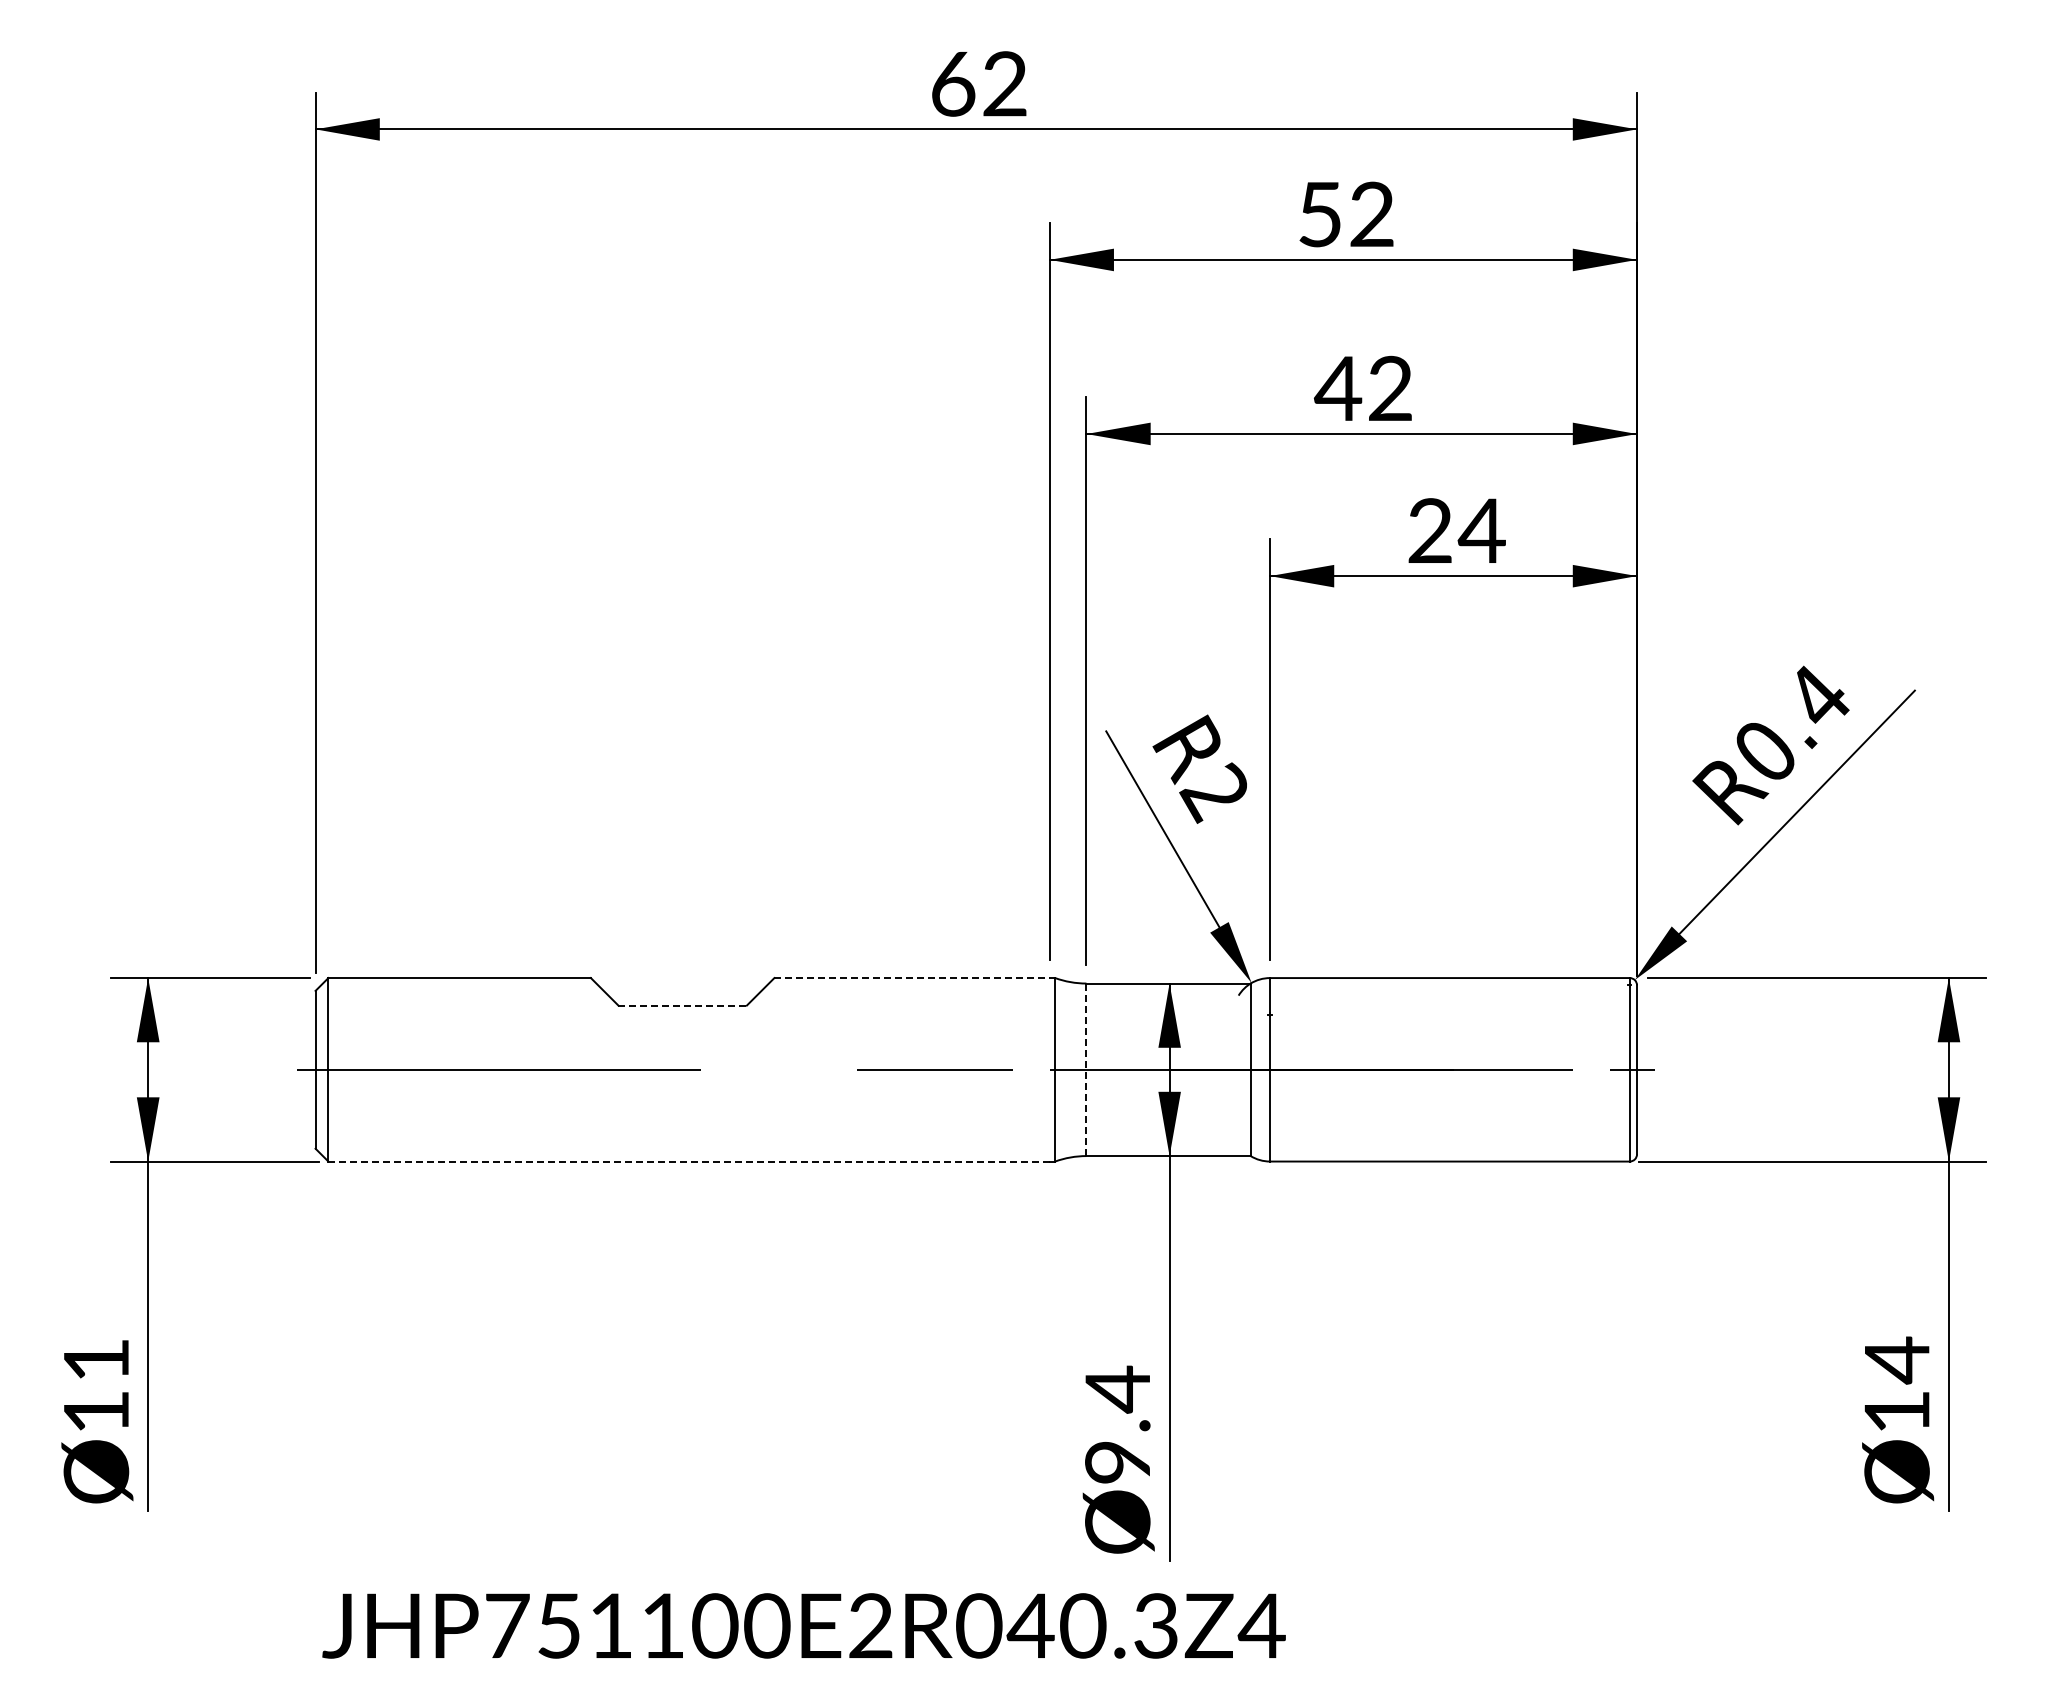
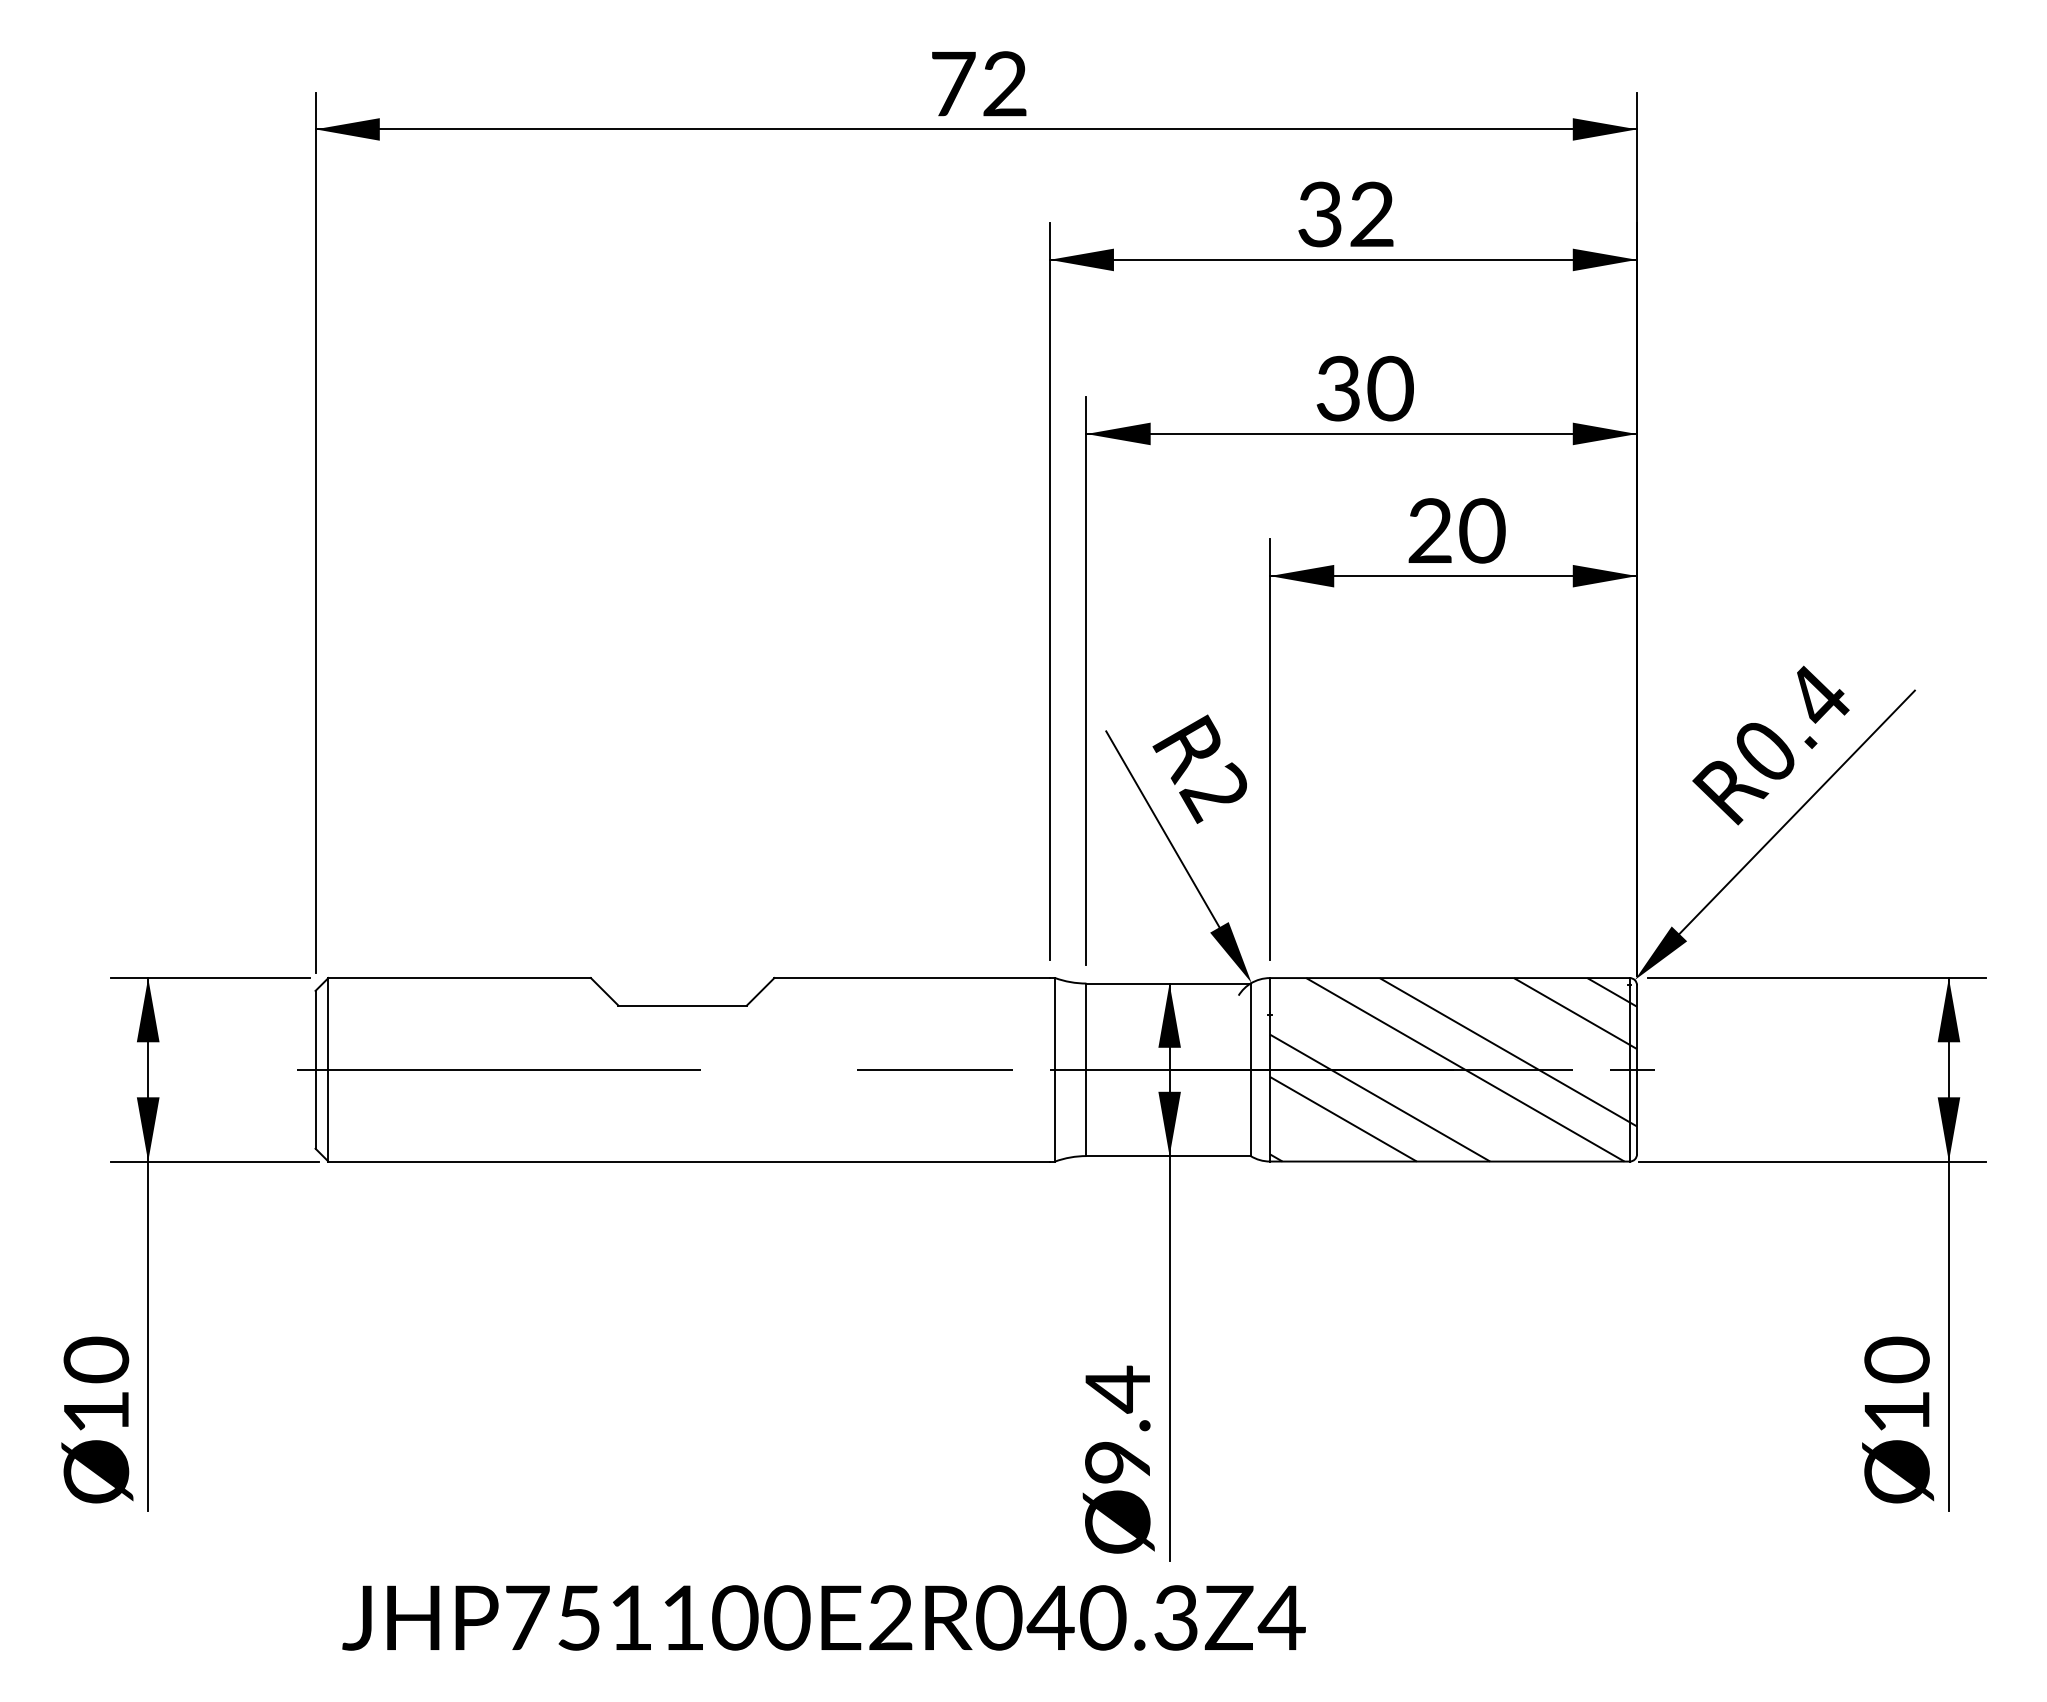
text at (953, 84): 62 -> 72
text at (1319, 214): 52 -> 32
text at (1363, 388): 42 -> 30
text at (1481, 530): 24 -> 20
line at (912, 978): dashed -> solid
line at (683, 1005): dashed -> solid
line at (1086, 1069): dashed -> solid
hatch at (1453, 1069): none -> present
line at (689, 1161): dashed -> solid
text at (96, 1359): 11 -> 10
text at (1896, 1360): 14 -> 10
text at (803, 1625) position: (803, 1625) -> (823, 1617)
